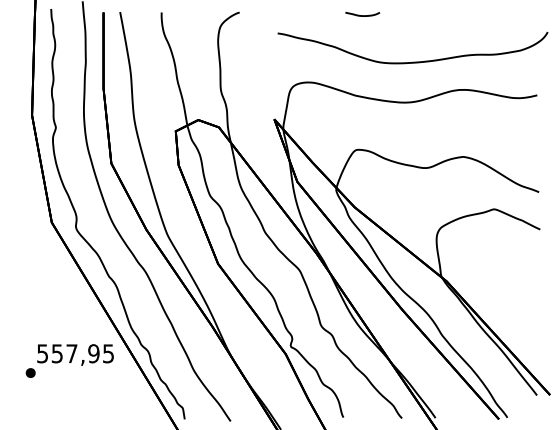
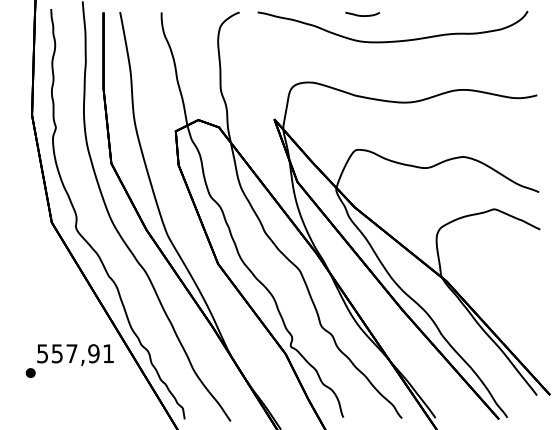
curve at (412, 61) position: (412, 61) -> (392, 40)
text at (108, 353): 557,95 -> 557,91
